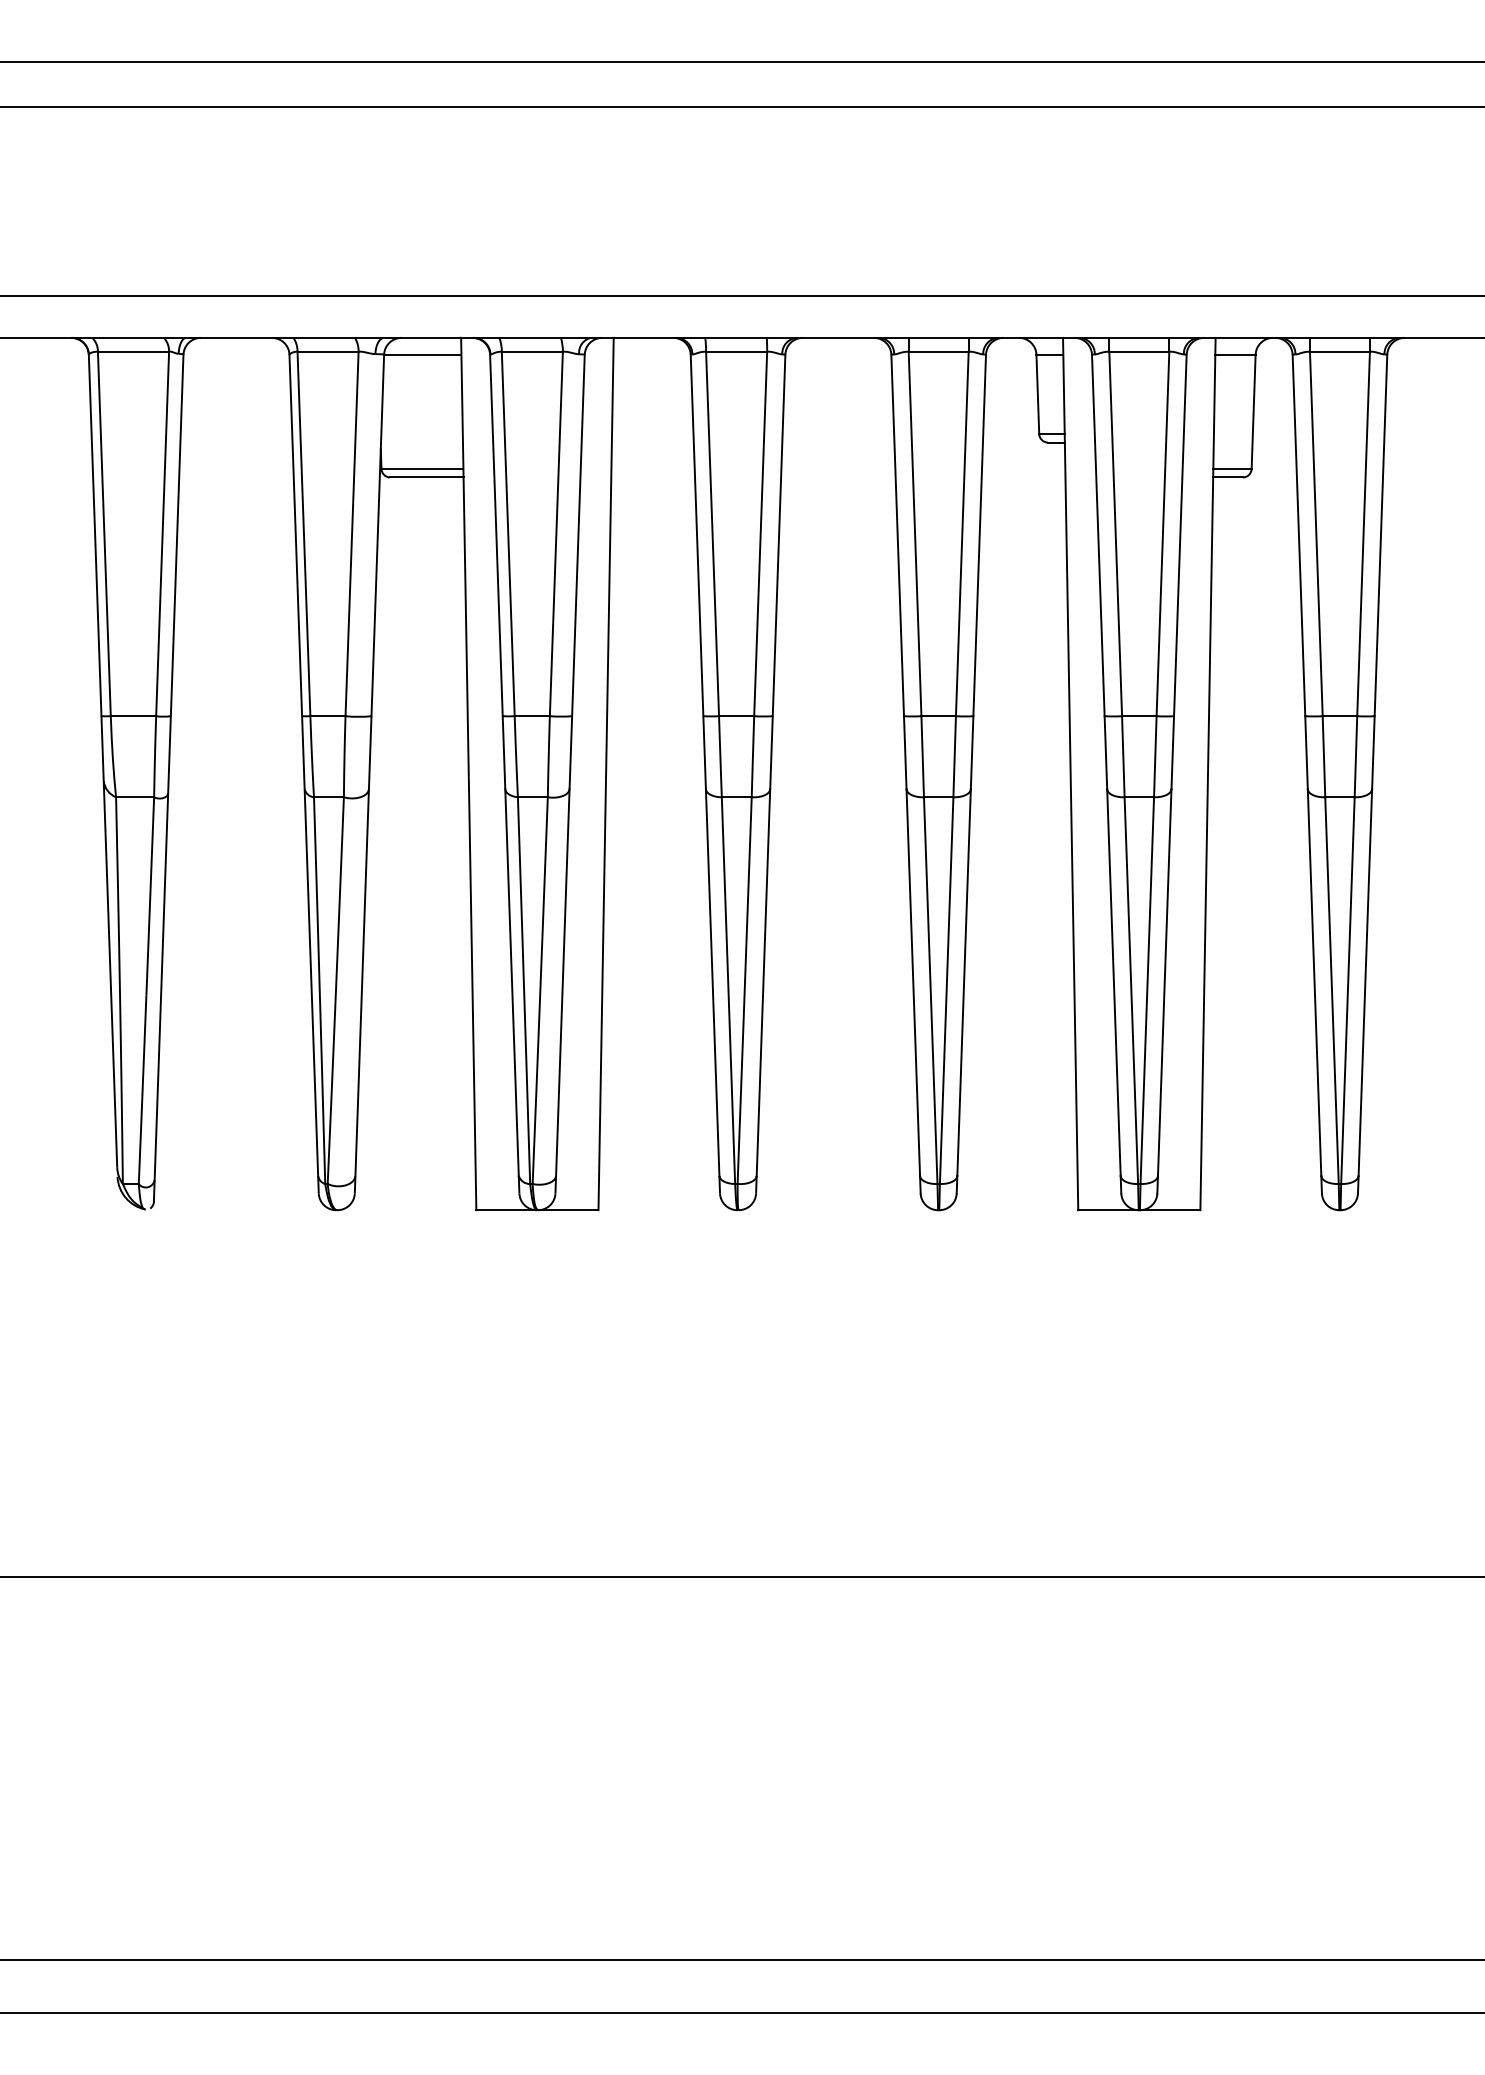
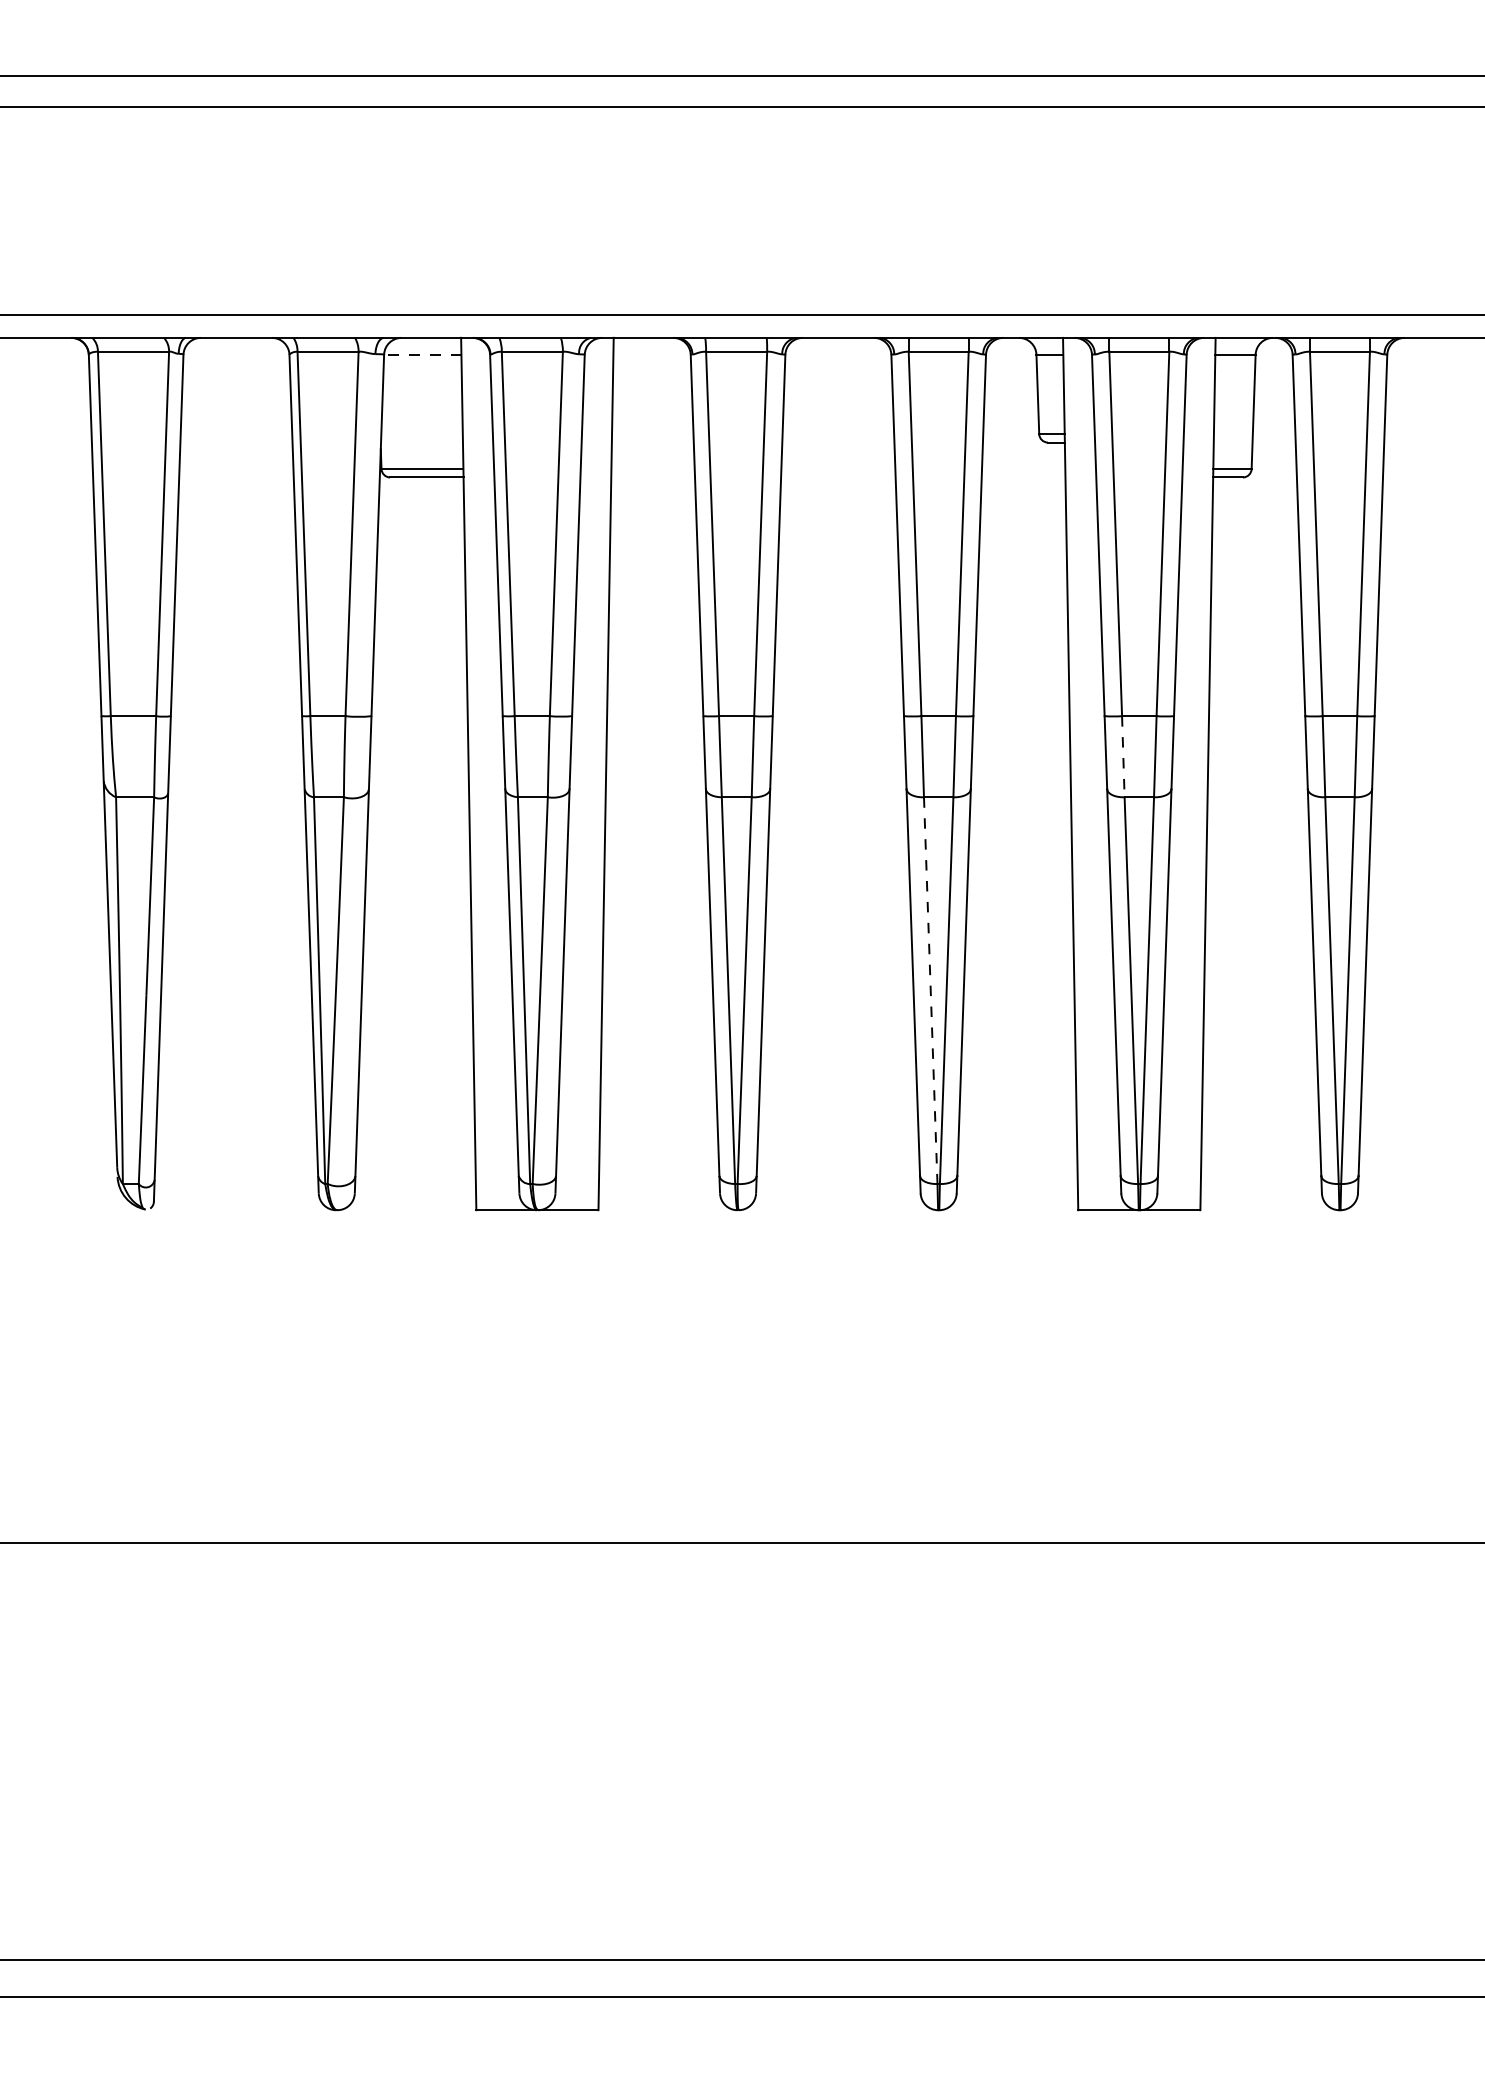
line at (741, 62) position: (741, 62) -> (741, 76)
line at (741, 295) position: (741, 295) -> (741, 314)
line at (422, 354): solid -> dashed
line at (1123, 756): solid -> dashed
line at (930, 991): solid -> dashed
line at (741, 1576) position: (741, 1576) -> (741, 1542)
line at (741, 2012) position: (741, 2012) -> (741, 1996)
